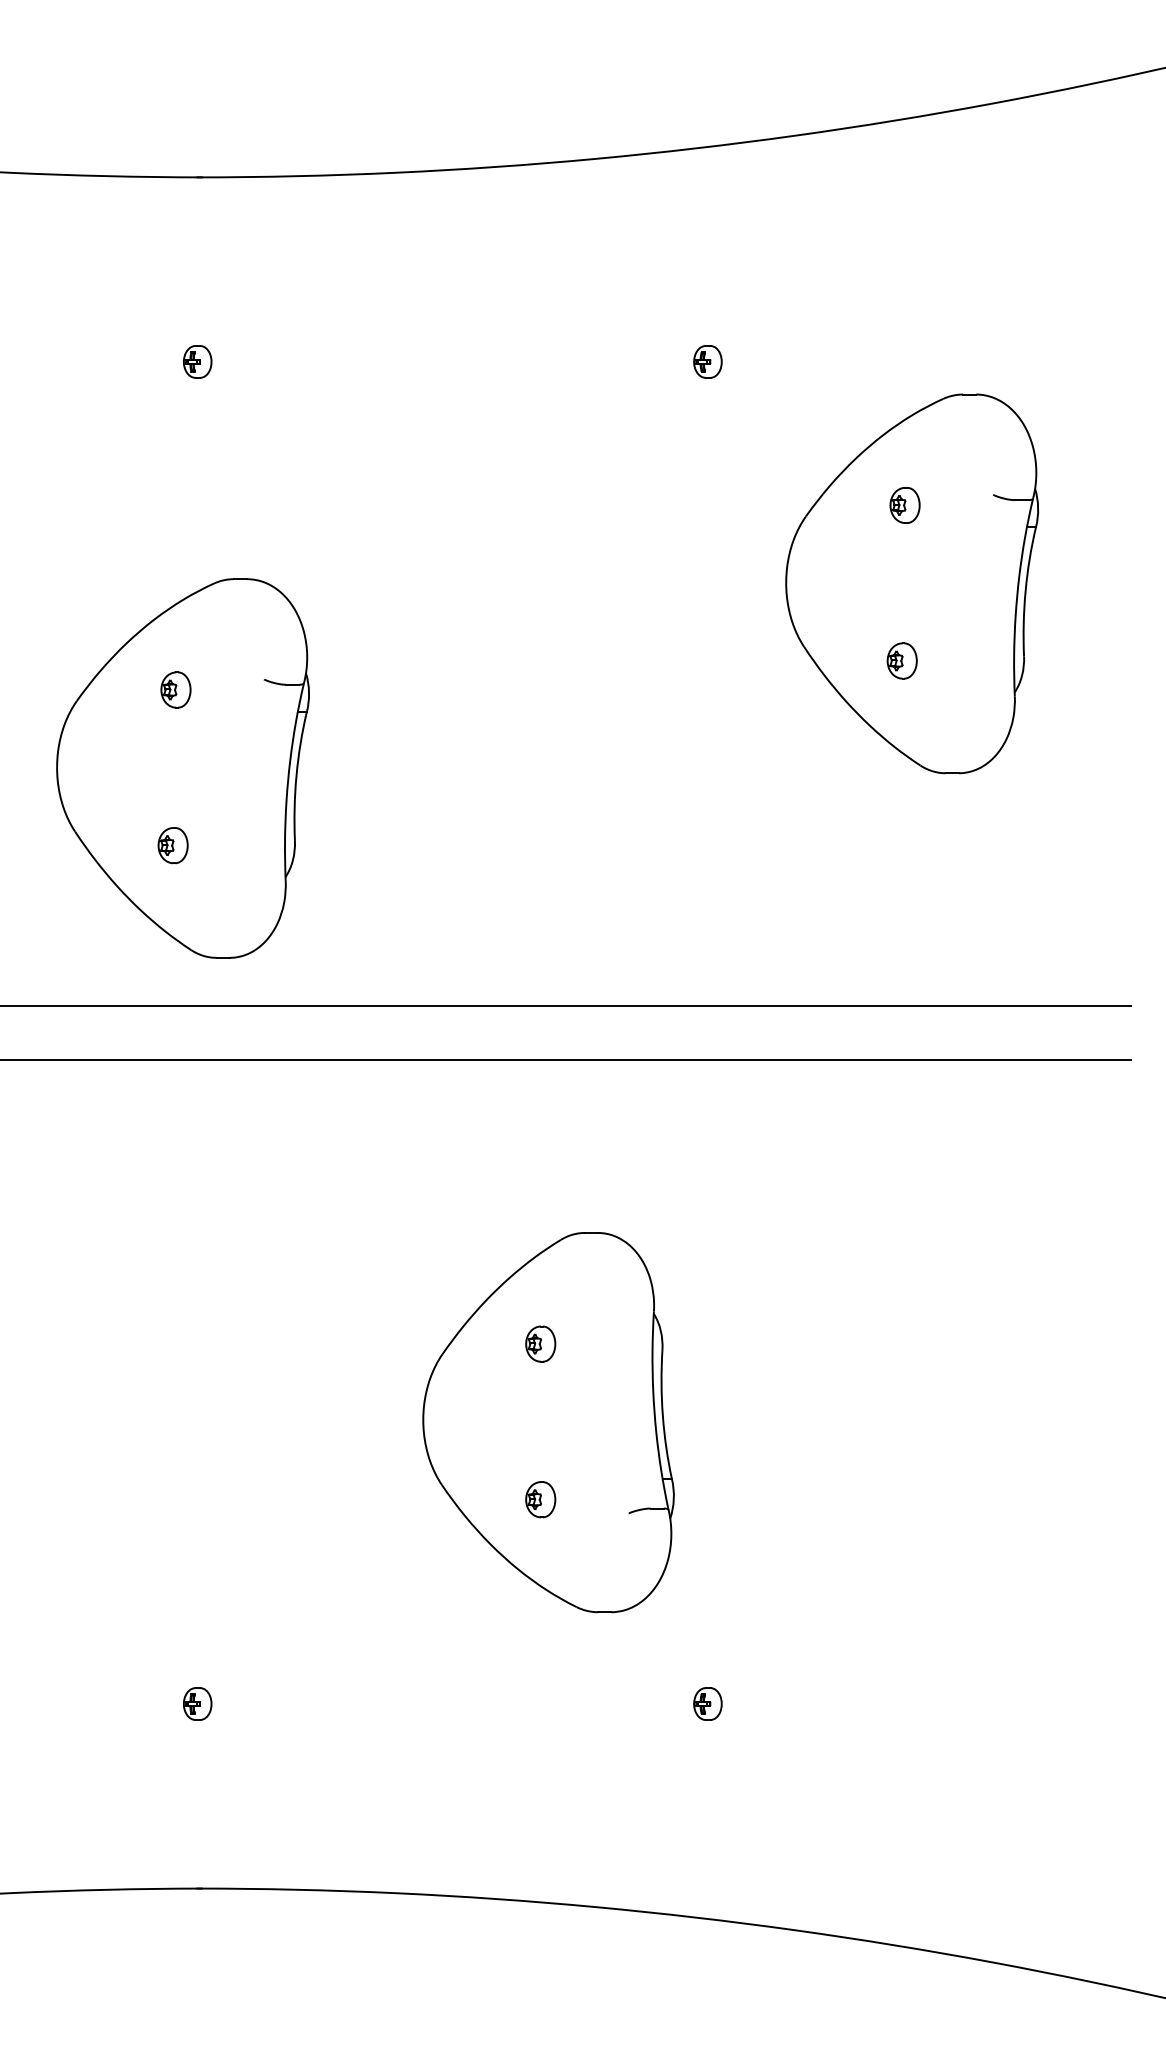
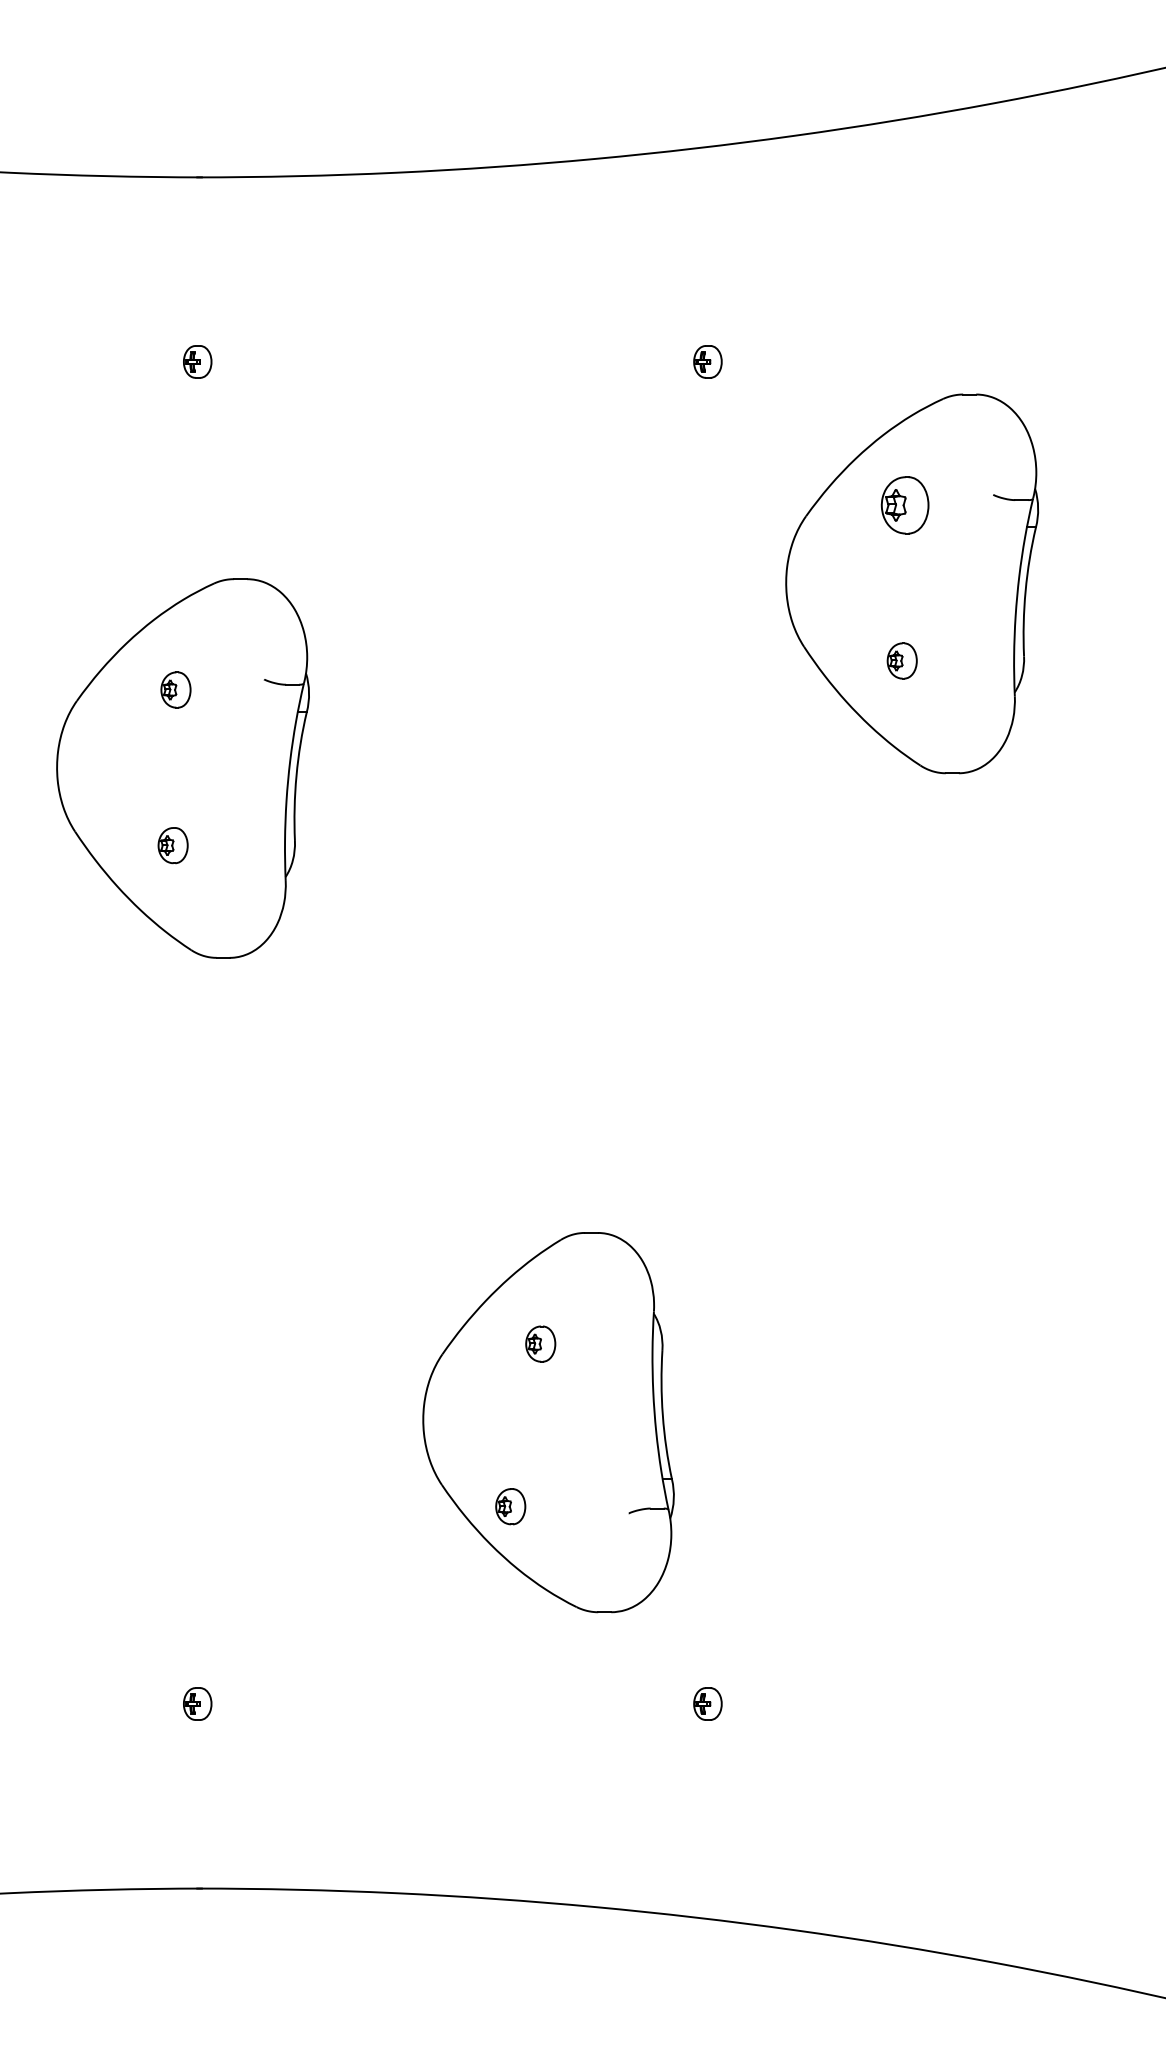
part at (904, 505) size: 32x37 px -> 50x59 px
line at (566, 1006): present -> none
line at (566, 1059): present -> none
part at (540, 1499) position: (540, 1499) -> (510, 1506)
